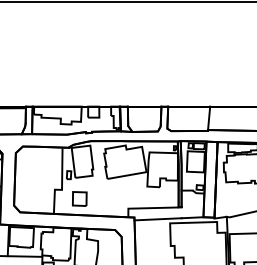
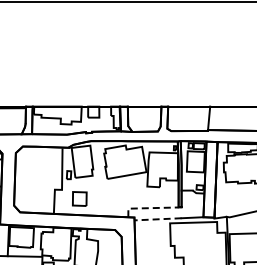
line at (149, 208): solid -> dashed
line at (158, 219): solid -> dashed
